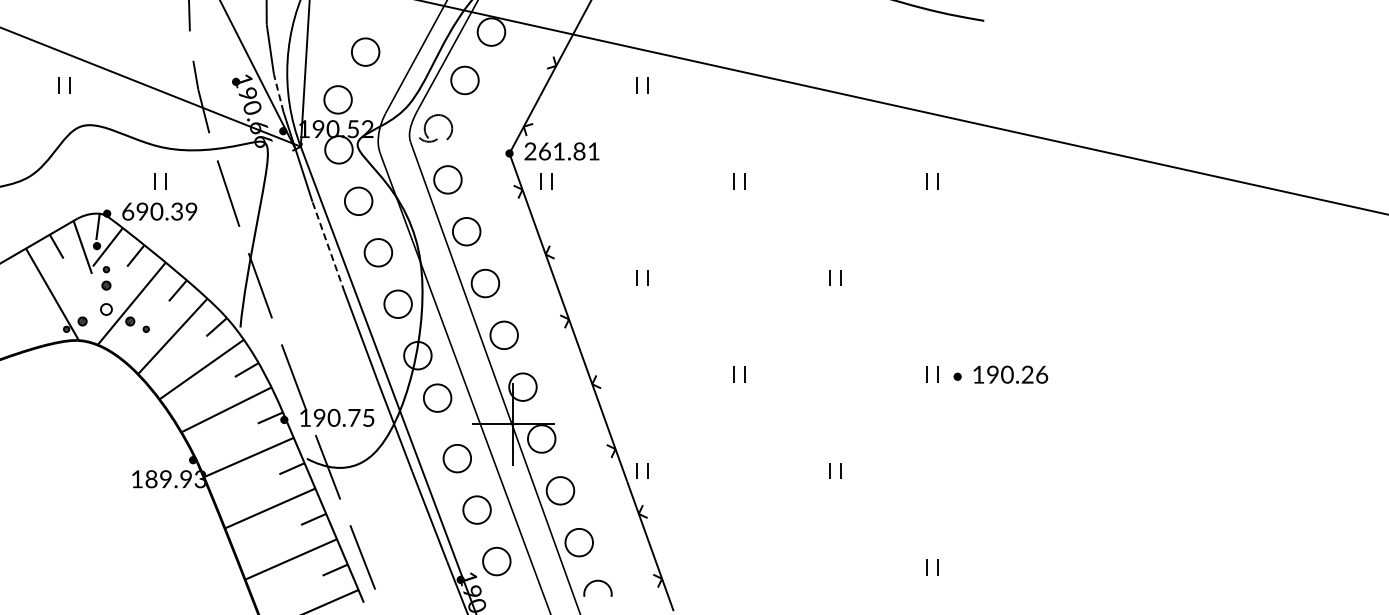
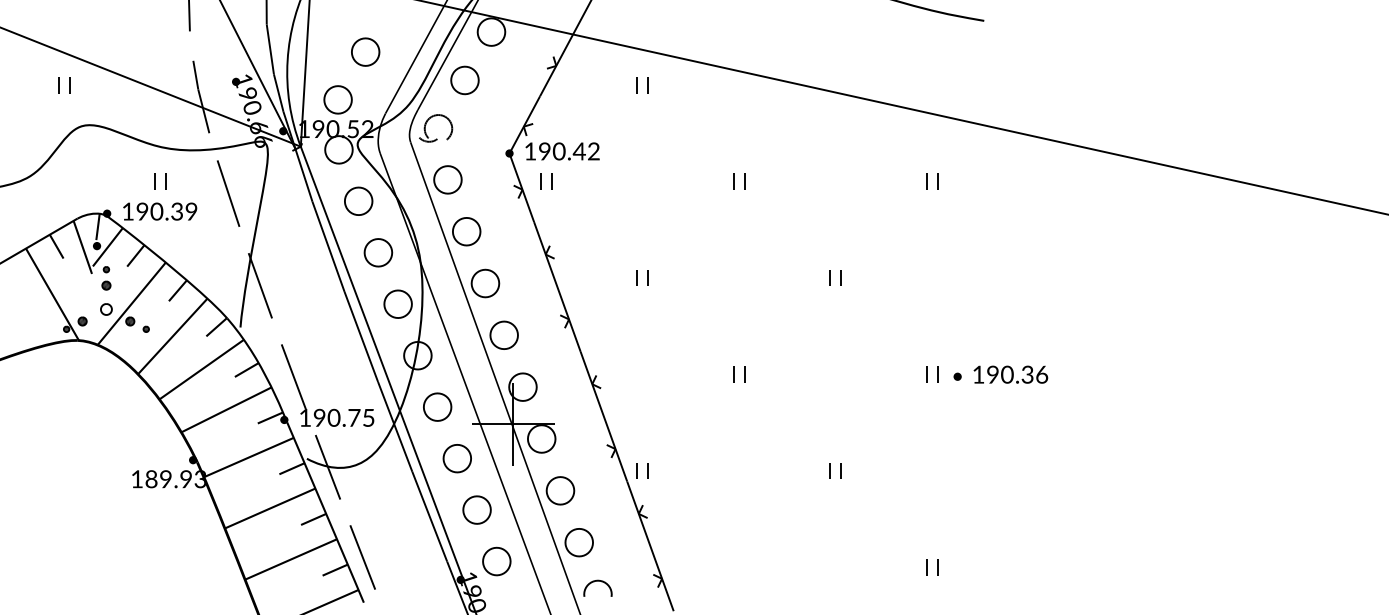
line at (278, 92): dashed -> solid
text at (561, 151): 261.81 -> 190.42
text at (128, 211): 690.39 -> 190.39
line at (328, 246): dashed -> solid
text at (1027, 377): 190.26 -> 190.36
part at (437, 397) position: (437, 397) -> (437, 406)
